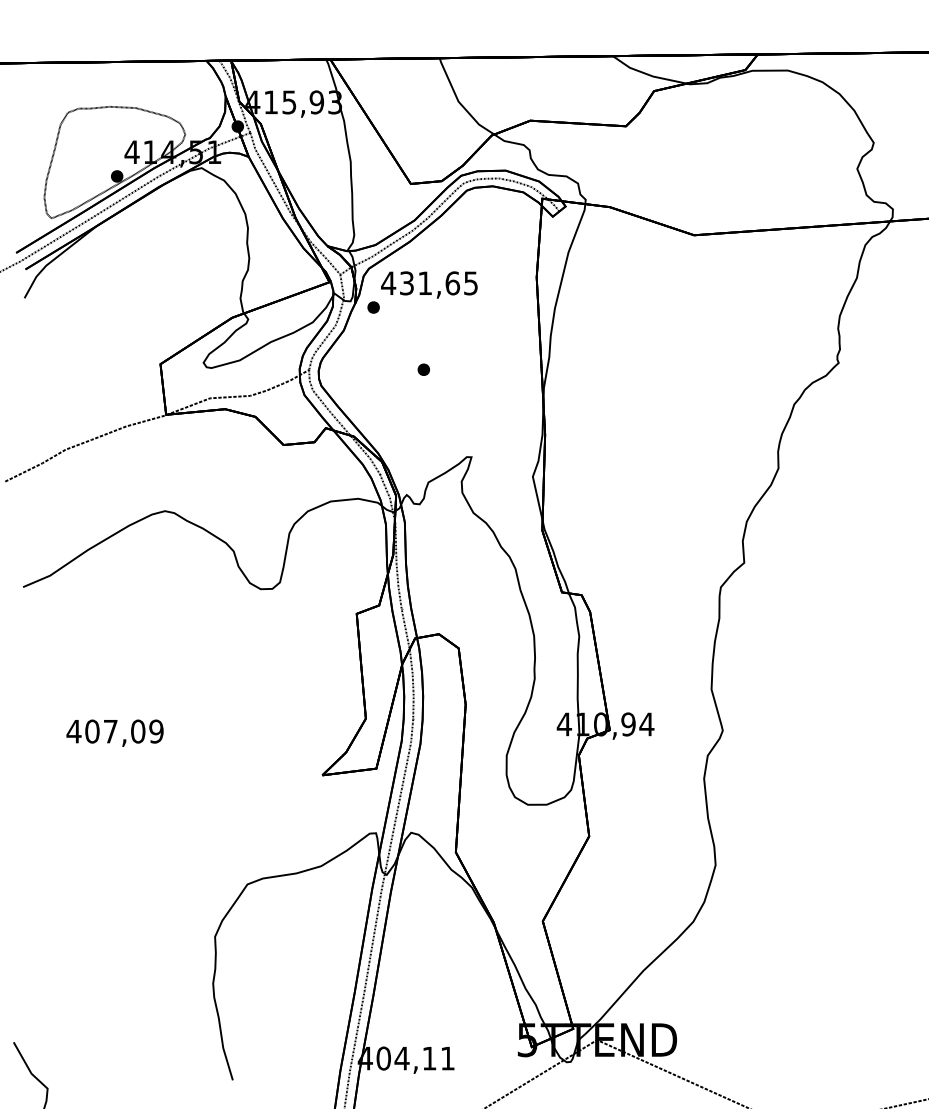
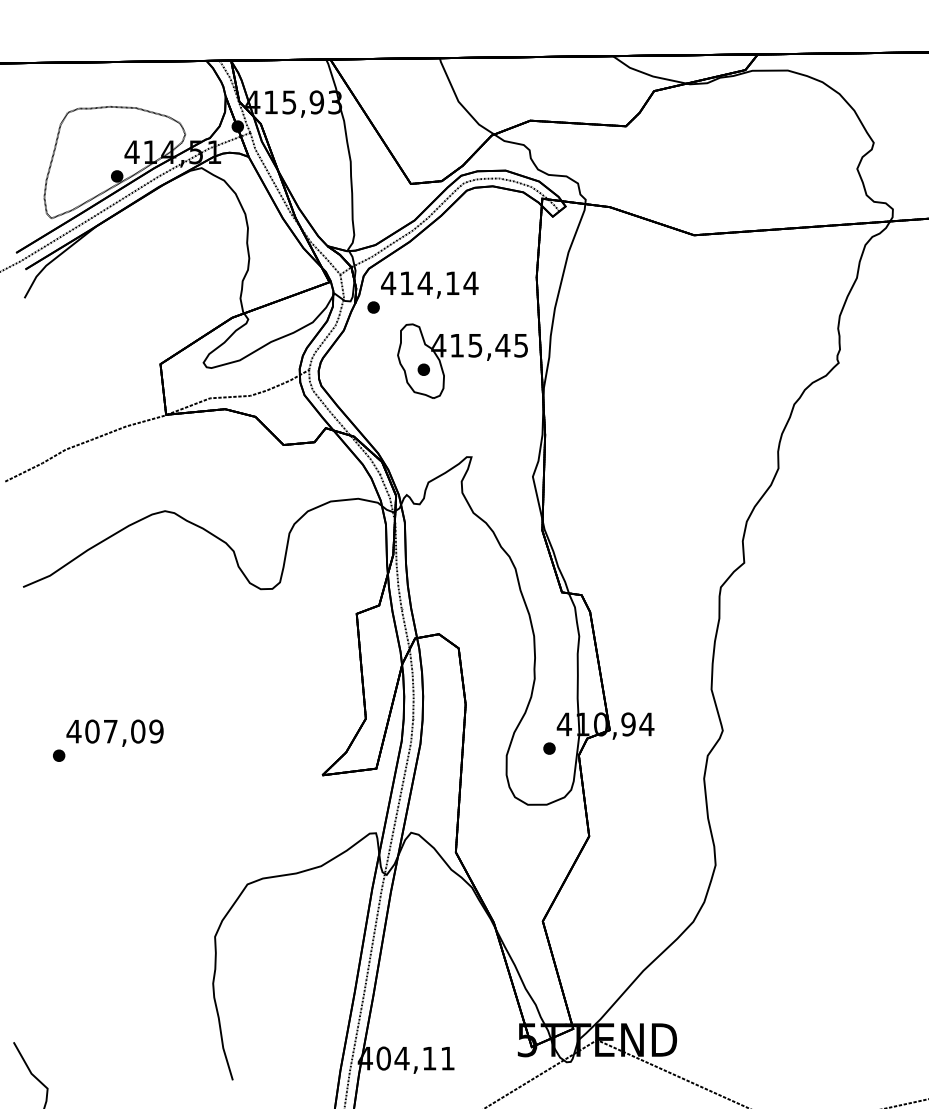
text at (439, 283): 431,65 -> 414,14
part at (462, 360): none -> present
part at (549, 748): none -> present
part at (59, 755): none -> present
